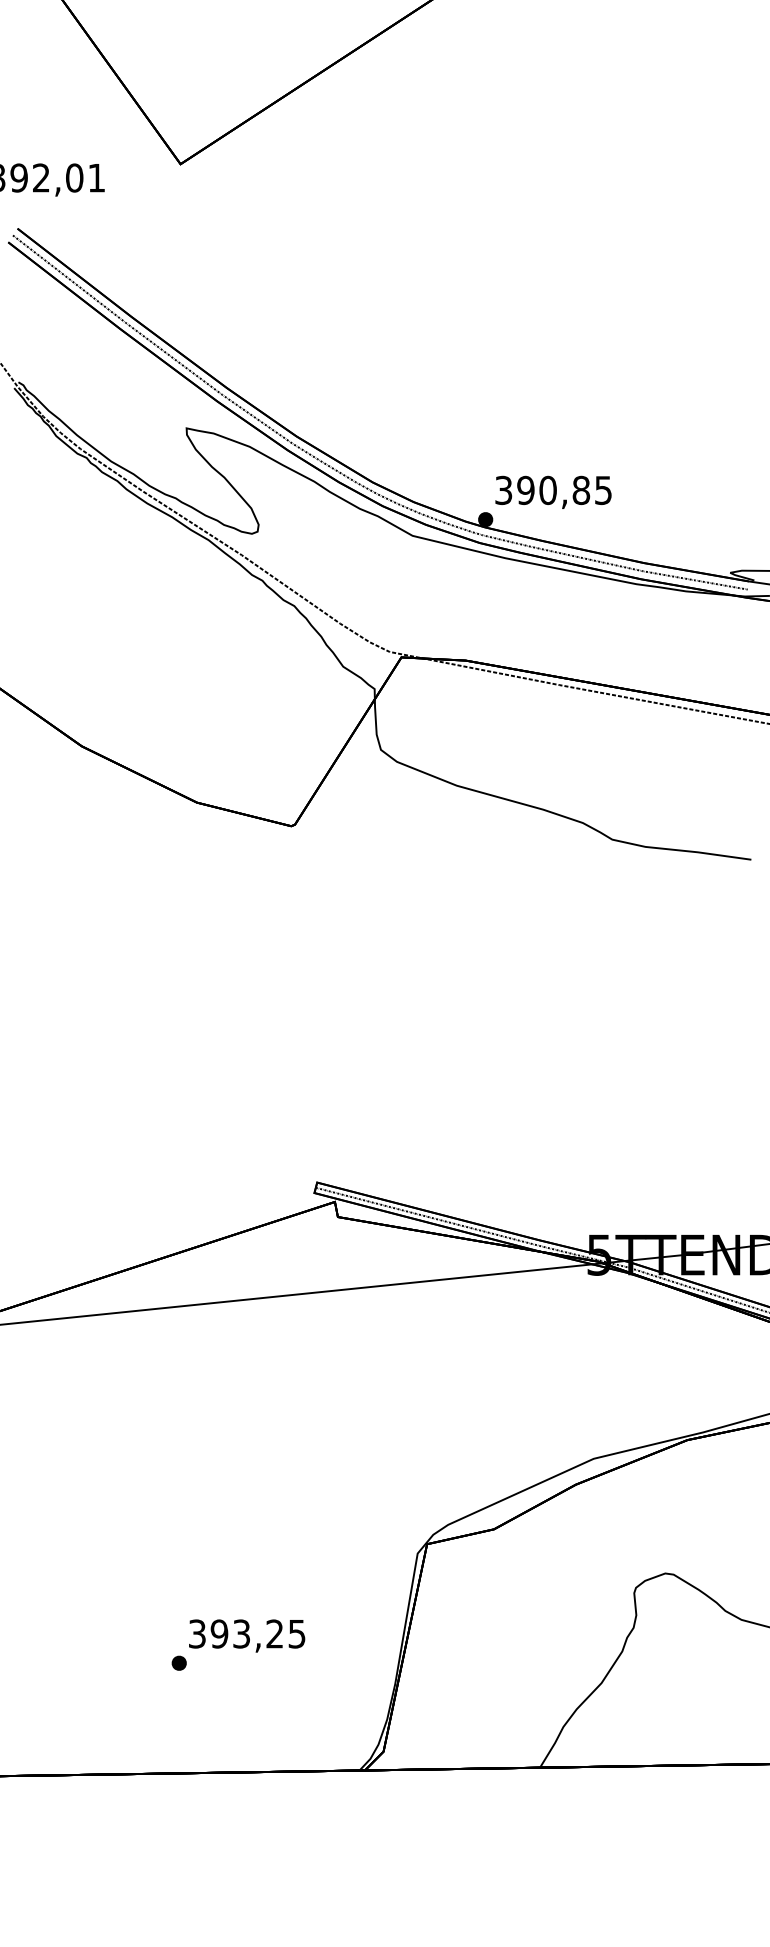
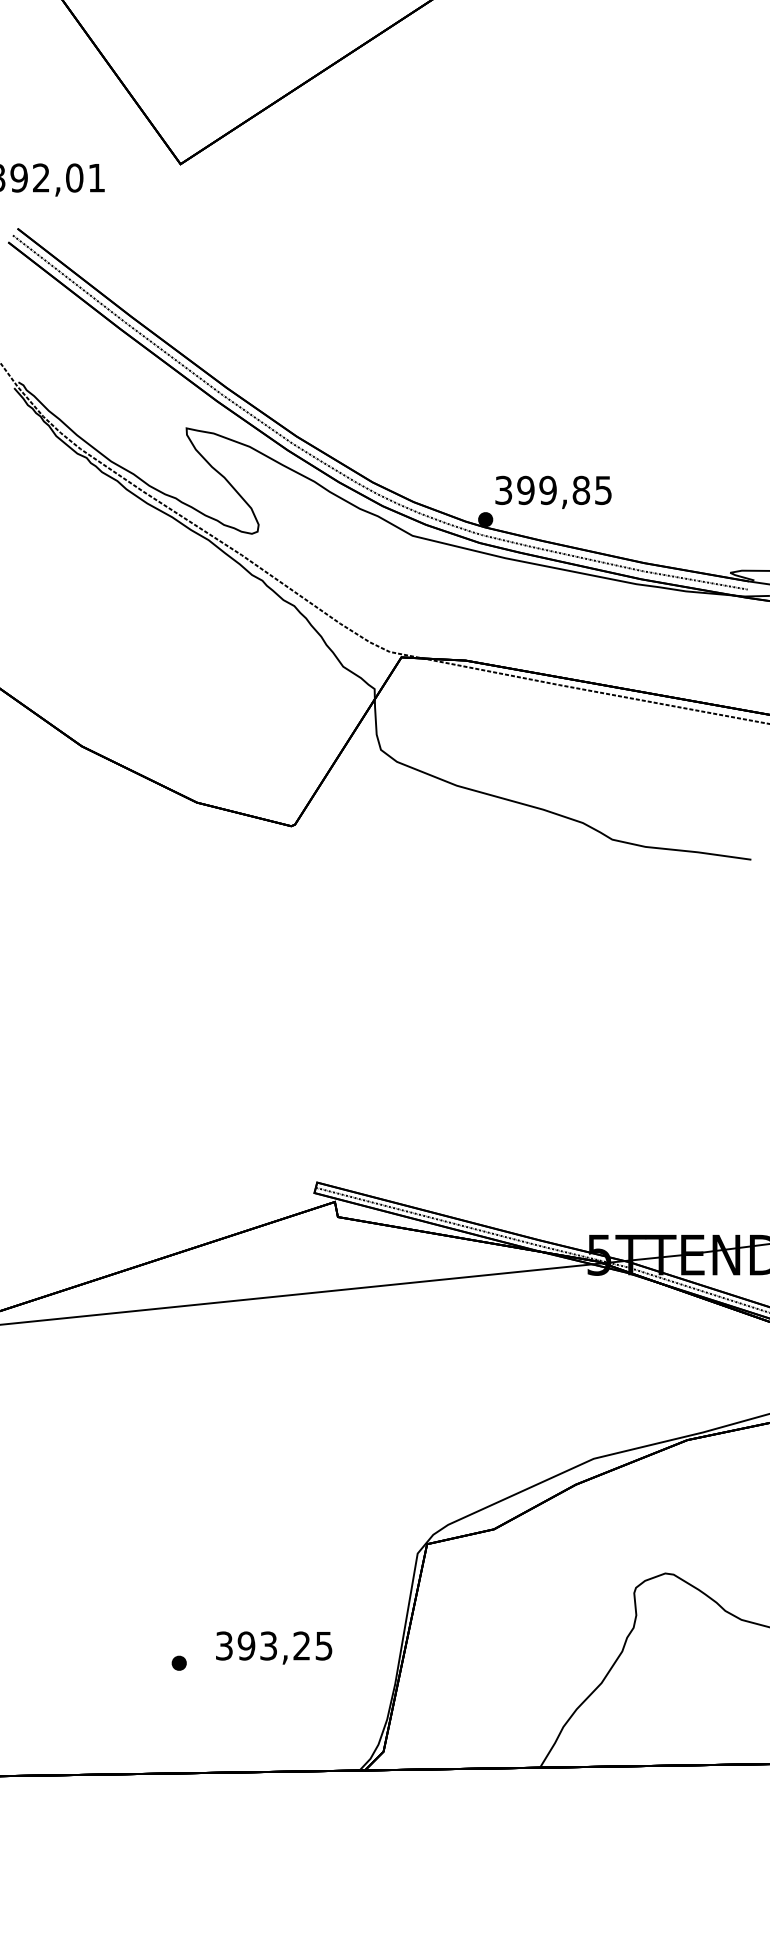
text at (547, 490): 390,85 -> 399,85
text at (247, 1635) position: (247, 1635) -> (274, 1647)
